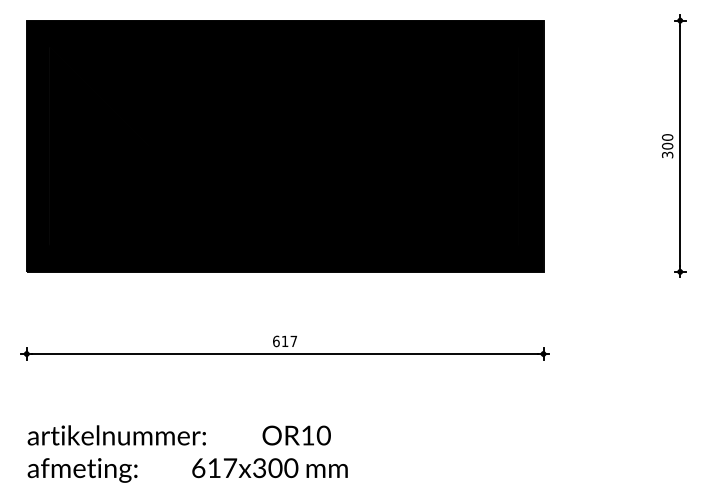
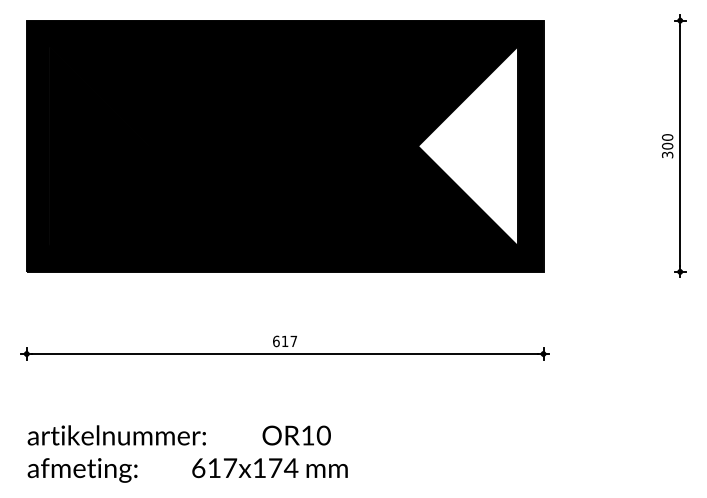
fill at (467, 145): present -> none
text at (275, 468): afmeting:^I^I617x300 -> afmeting:^I^I617x174
